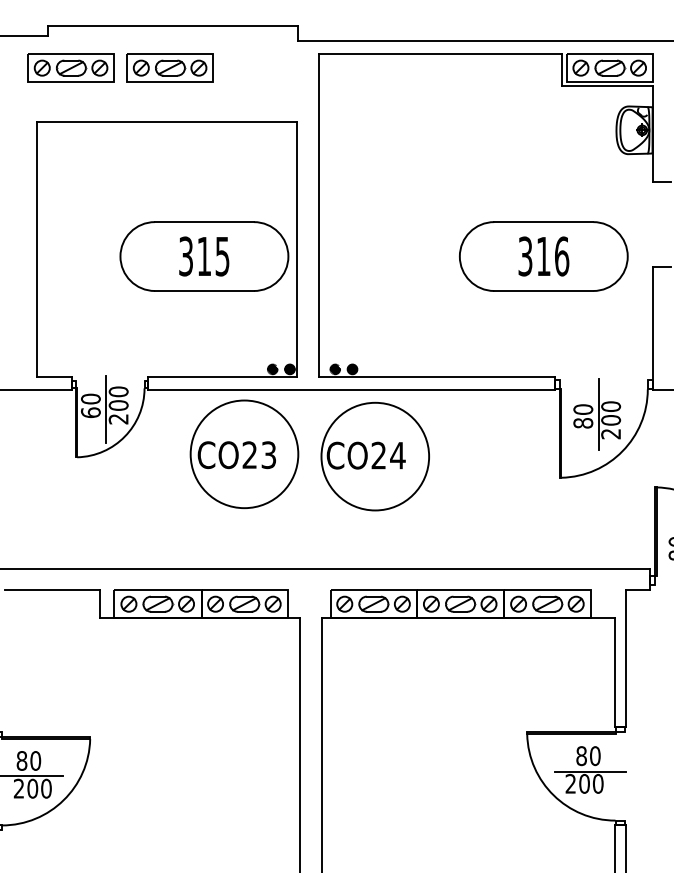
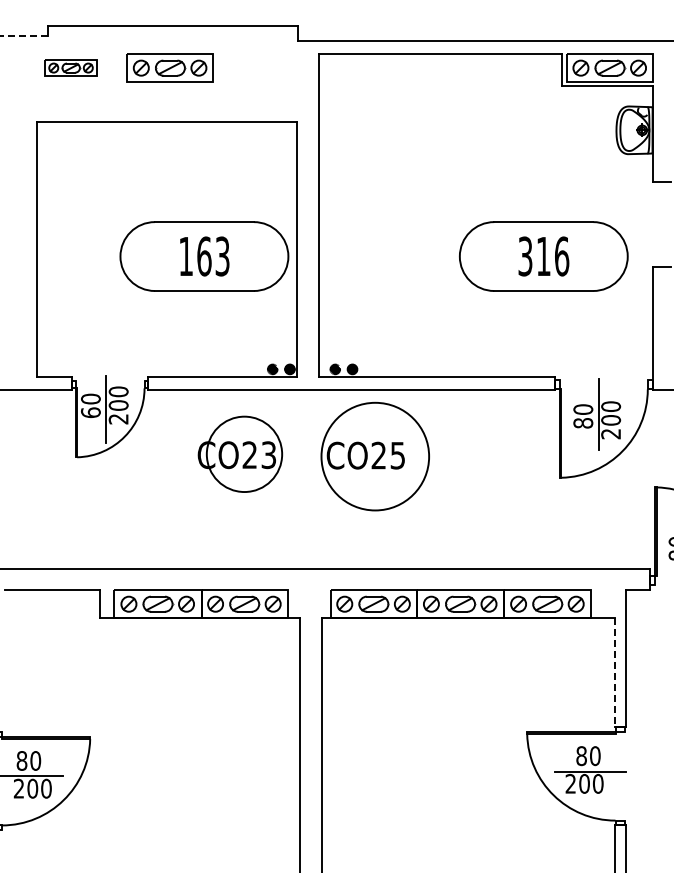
line at (23, 35): solid -> dashed
part at (70, 67) size: 88x30 px -> 54x18 px
text at (204, 256): 315 -> 163
circle at (244, 454) diameter: 108 px -> 75 px
text at (397, 455): CO24 -> CO25
line at (614, 672): solid -> dashed
